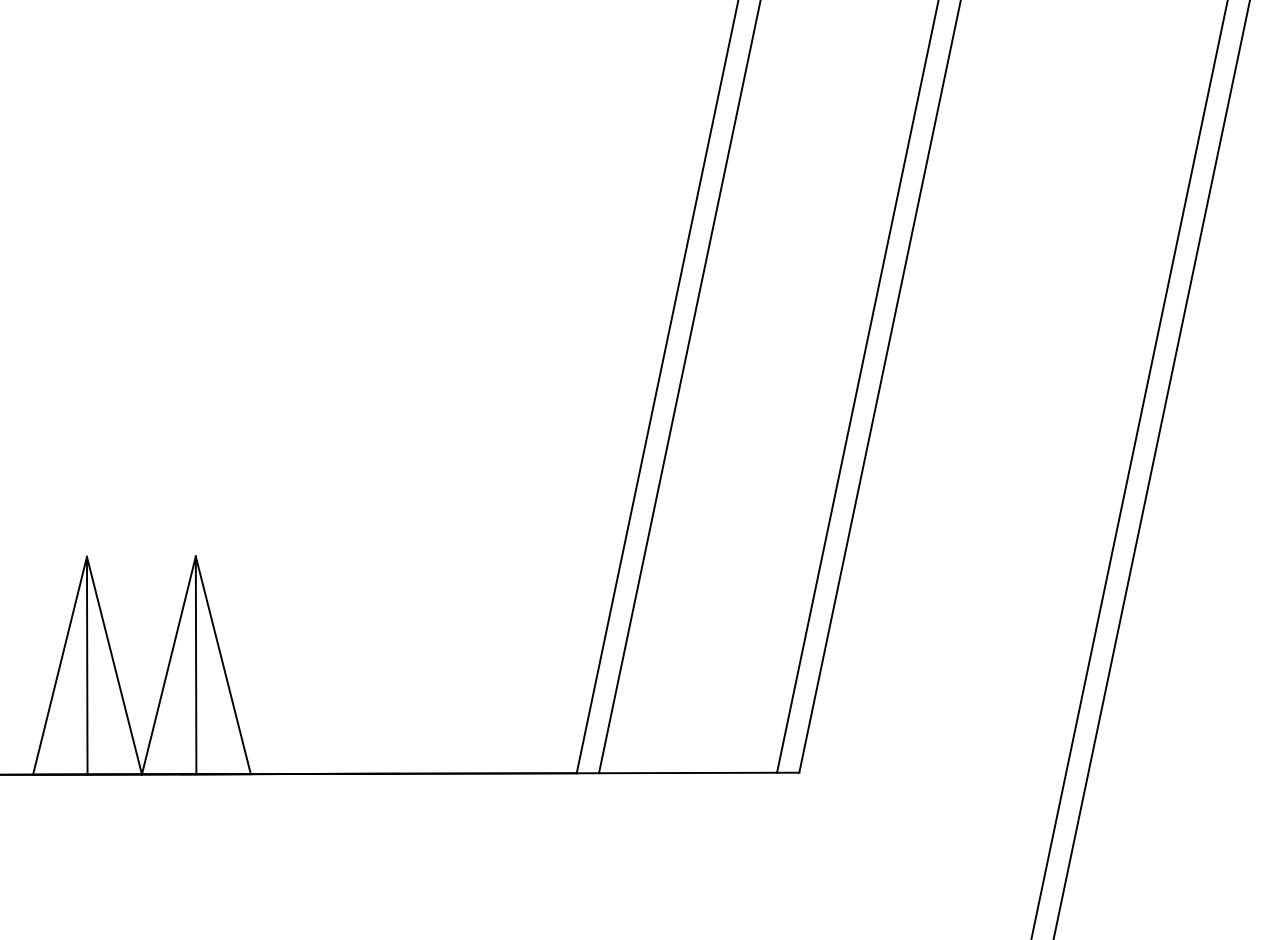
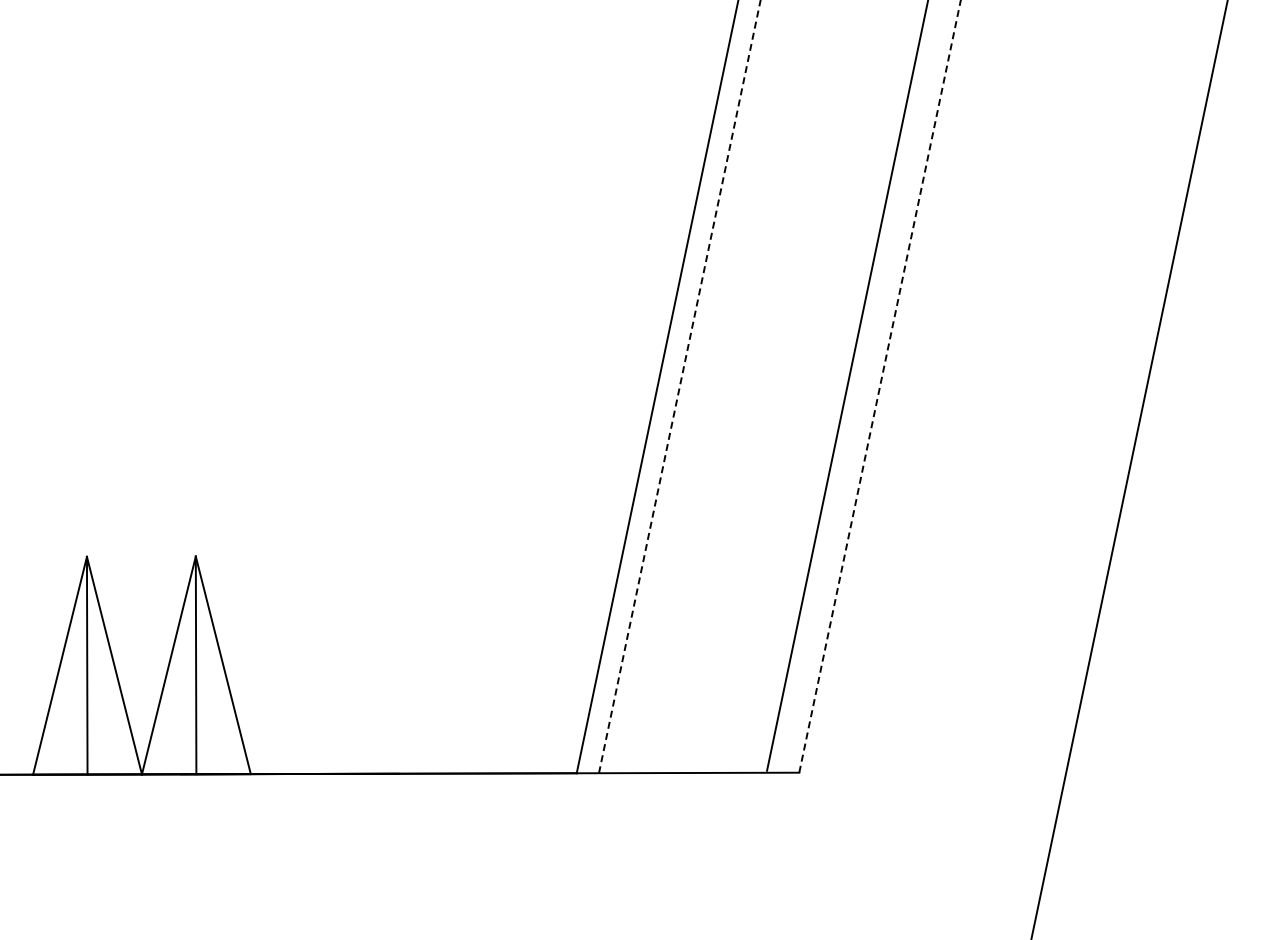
line at (679, 386): solid -> dashed
line at (880, 386): solid -> dashed
line at (857, 387) position: (857, 387) -> (847, 386)
line at (1151, 469): present -> none
